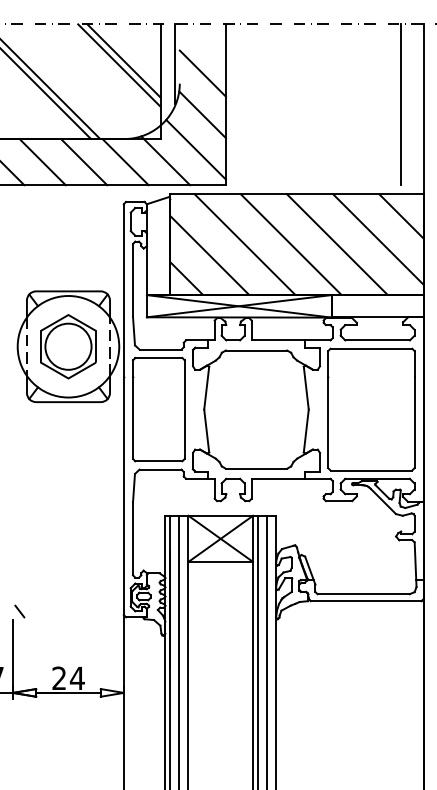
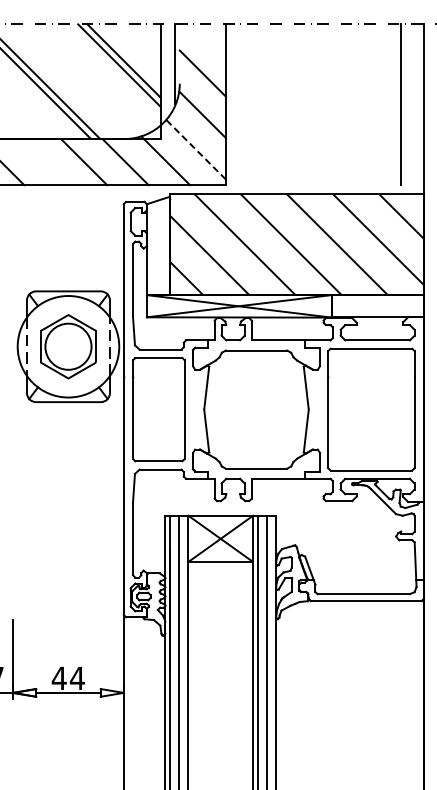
line at (195, 149): solid -> dashed
line at (42, 162): present -> none
line at (19, 611): present -> none
text at (58, 677): 24 -> 44
